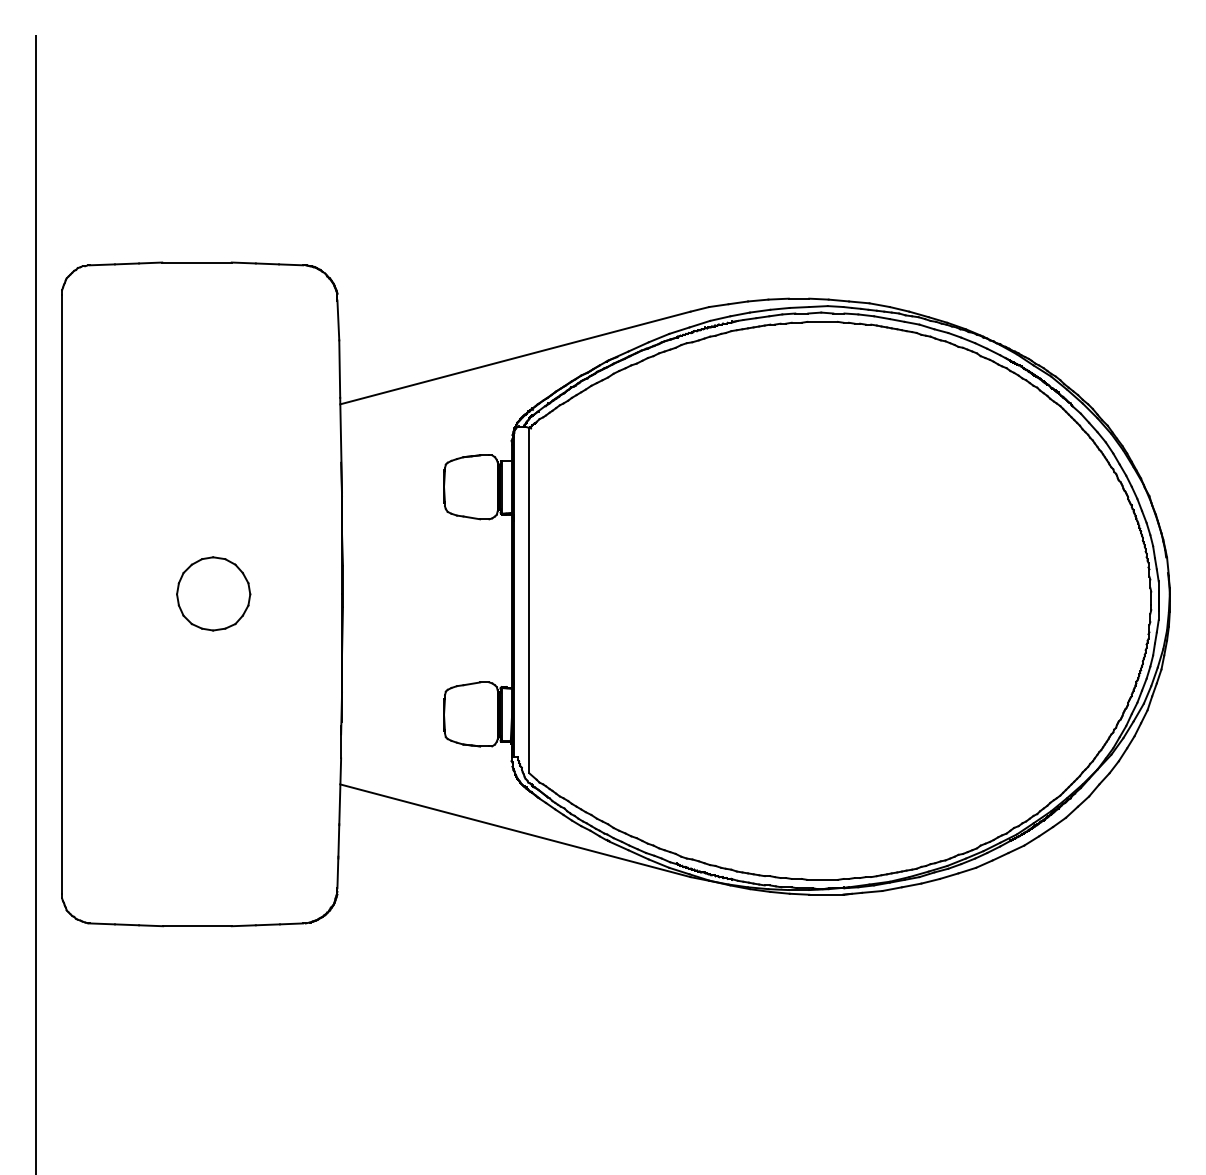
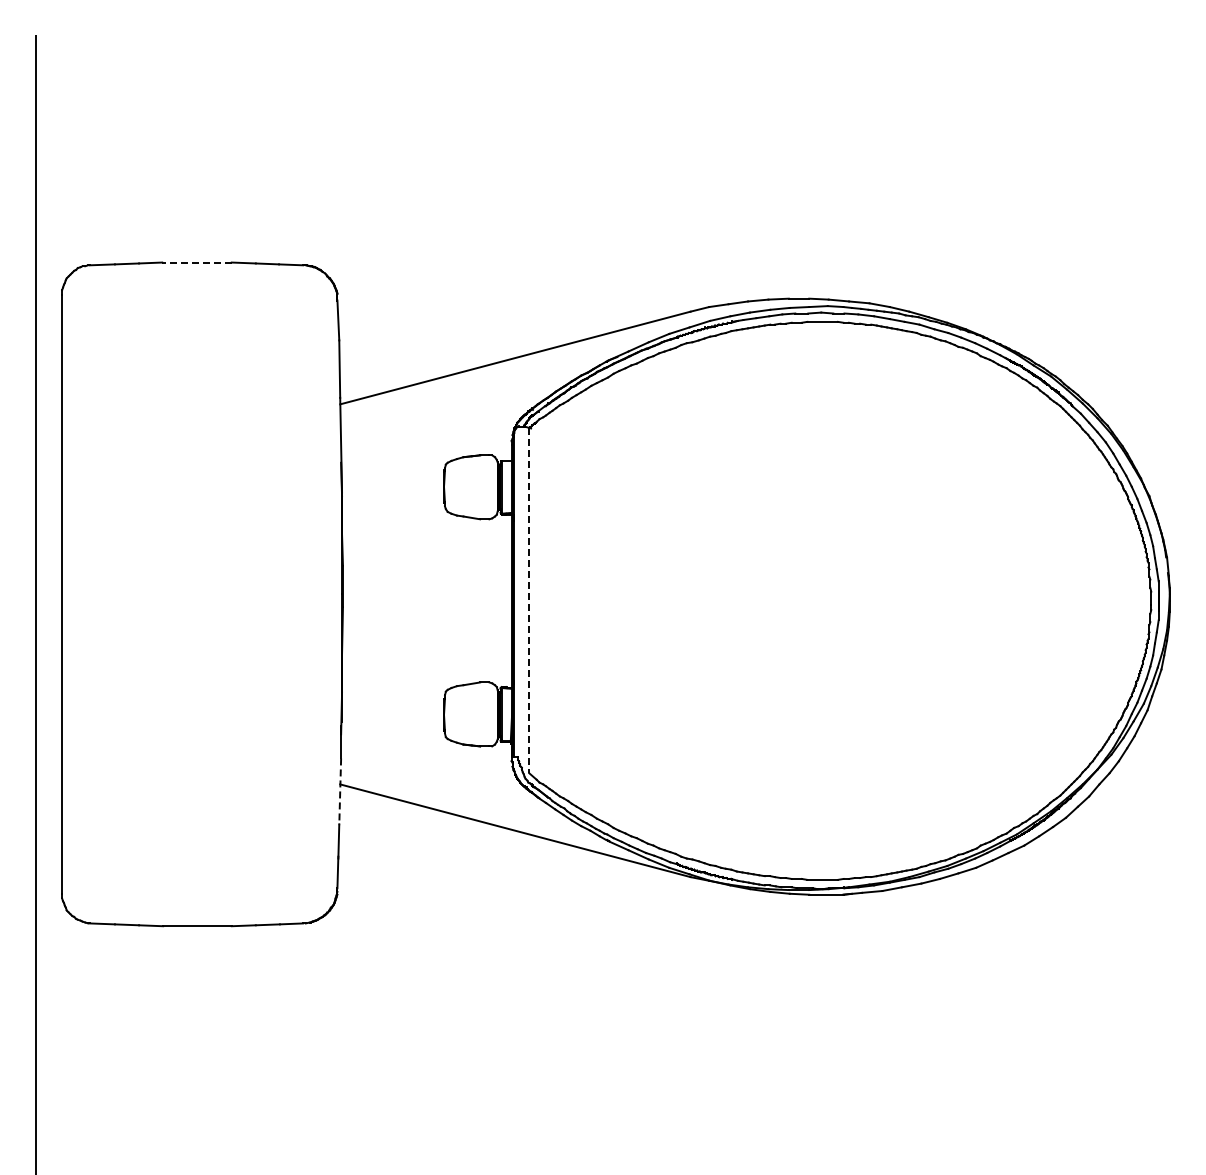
line at (197, 262): solid -> dashed
part at (213, 593): present -> none
line at (529, 601): solid -> dashed
line at (340, 792): solid -> dashed
